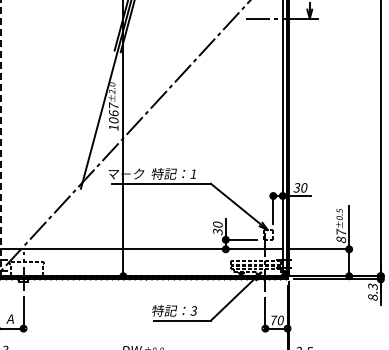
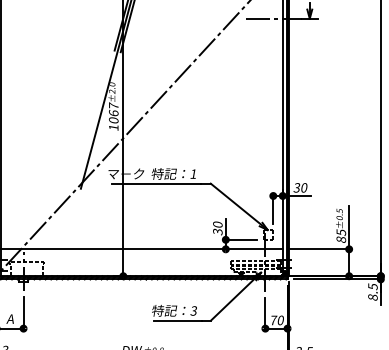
line at (1, 138): dashed -> solid
text at (341, 231): 87 -> 85
text at (371, 285): 8.3 -> 8.5
